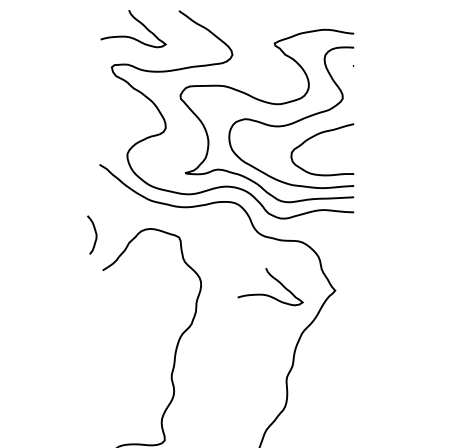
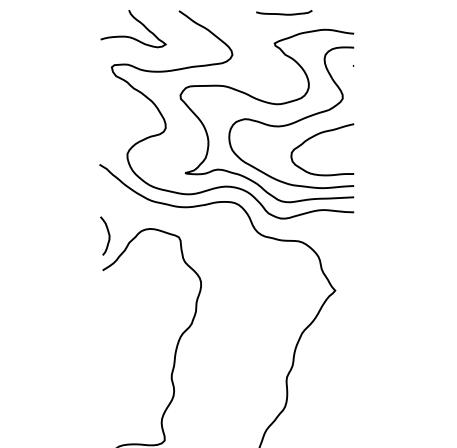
curve at (284, 13): none -> present
curve at (95, 234) position: (95, 234) -> (108, 235)
curve at (267, 294): present -> none
